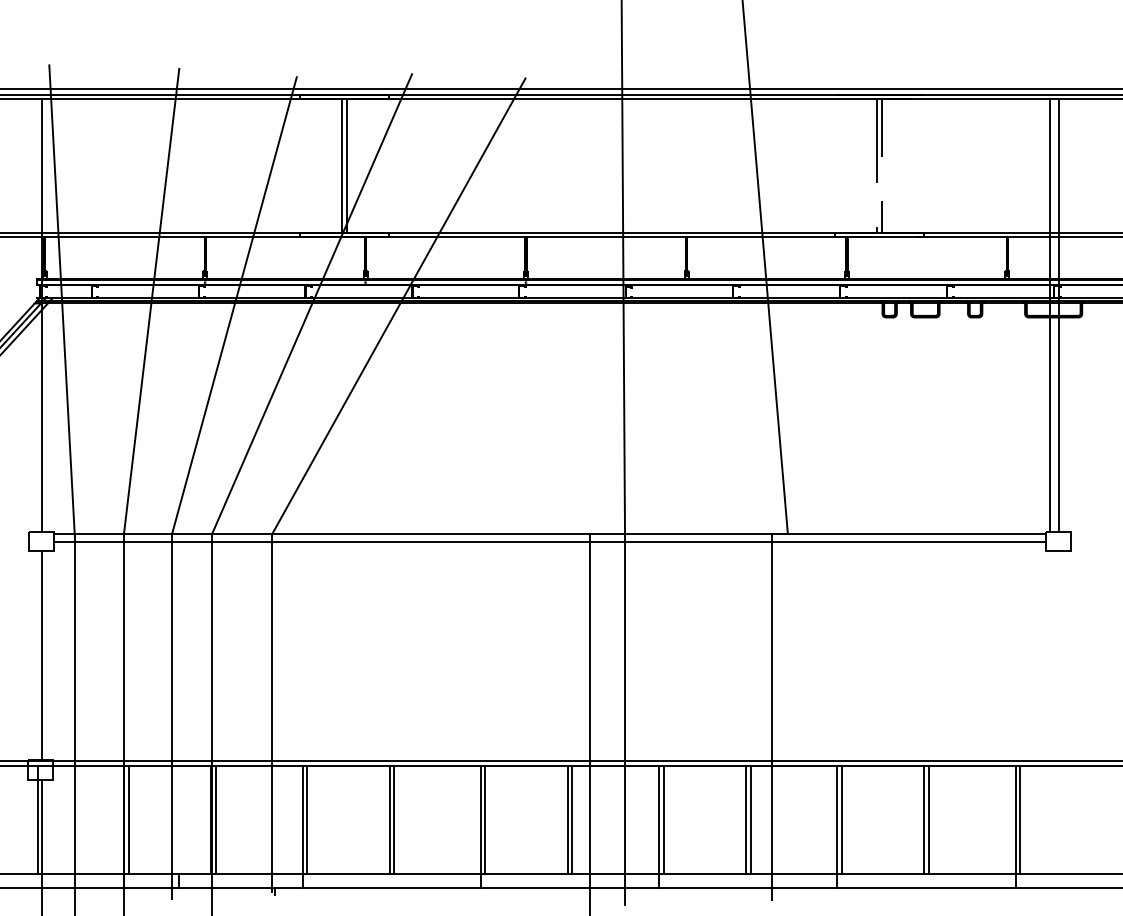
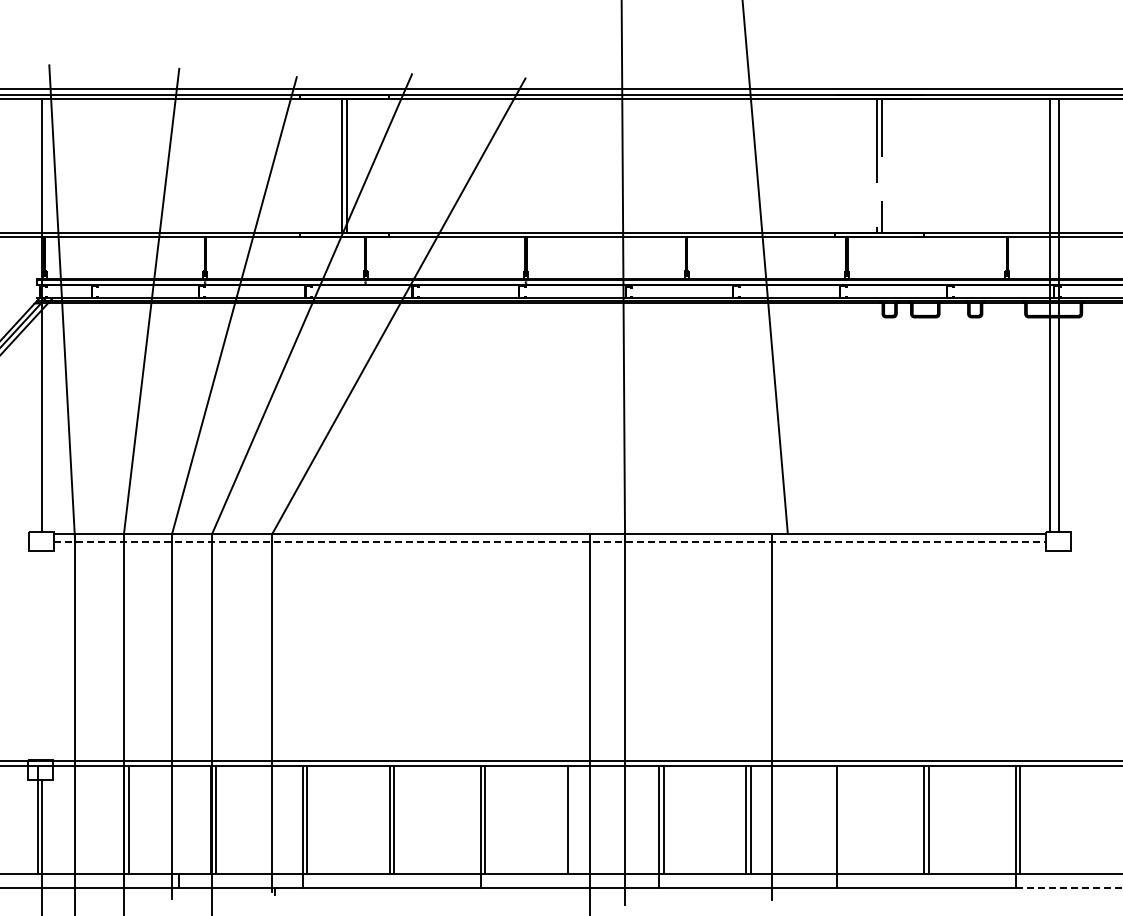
line at (549, 542): solid -> dashed
line at (41, 656): present -> none
line at (572, 819): present -> none
line at (841, 819): present -> none
line at (1069, 887): solid -> dashed
